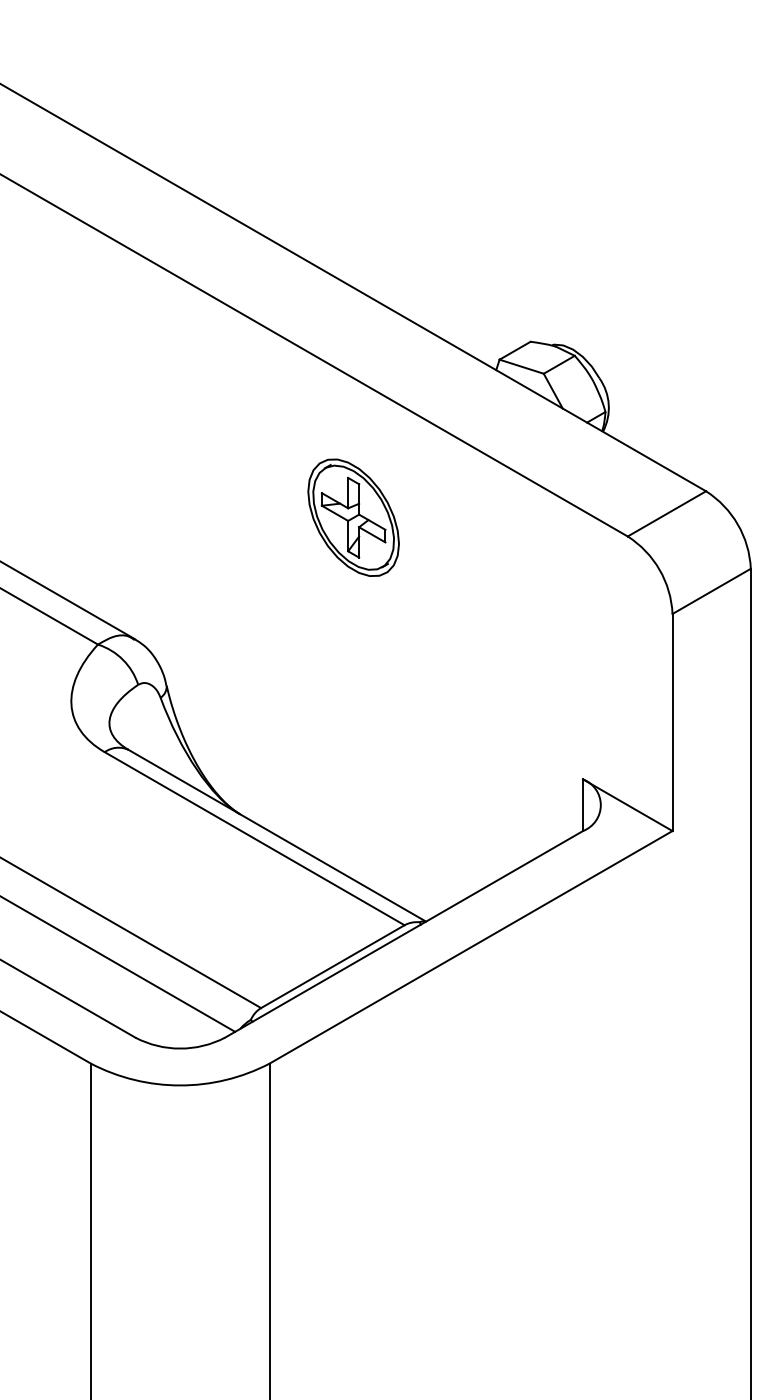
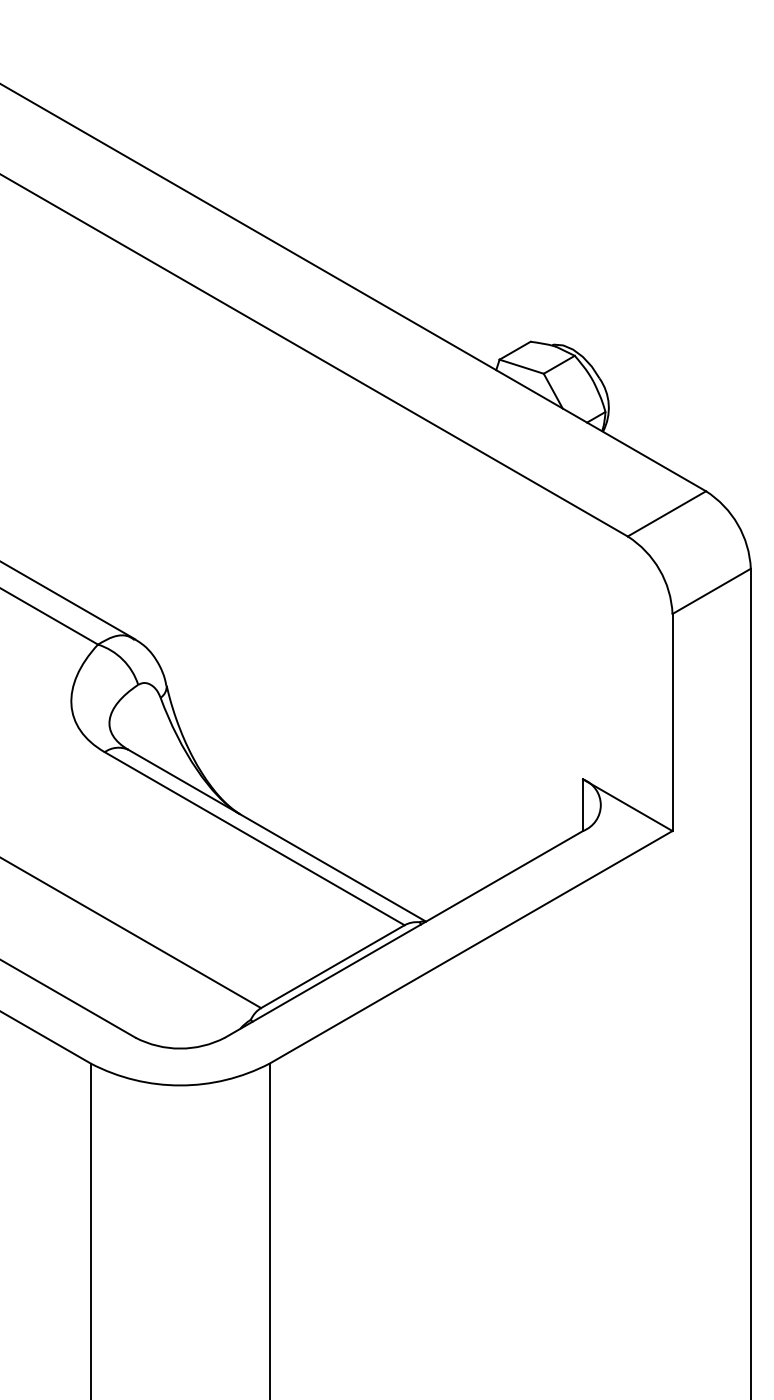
part at (353, 517): present -> none
line at (118, 964): present -> none
